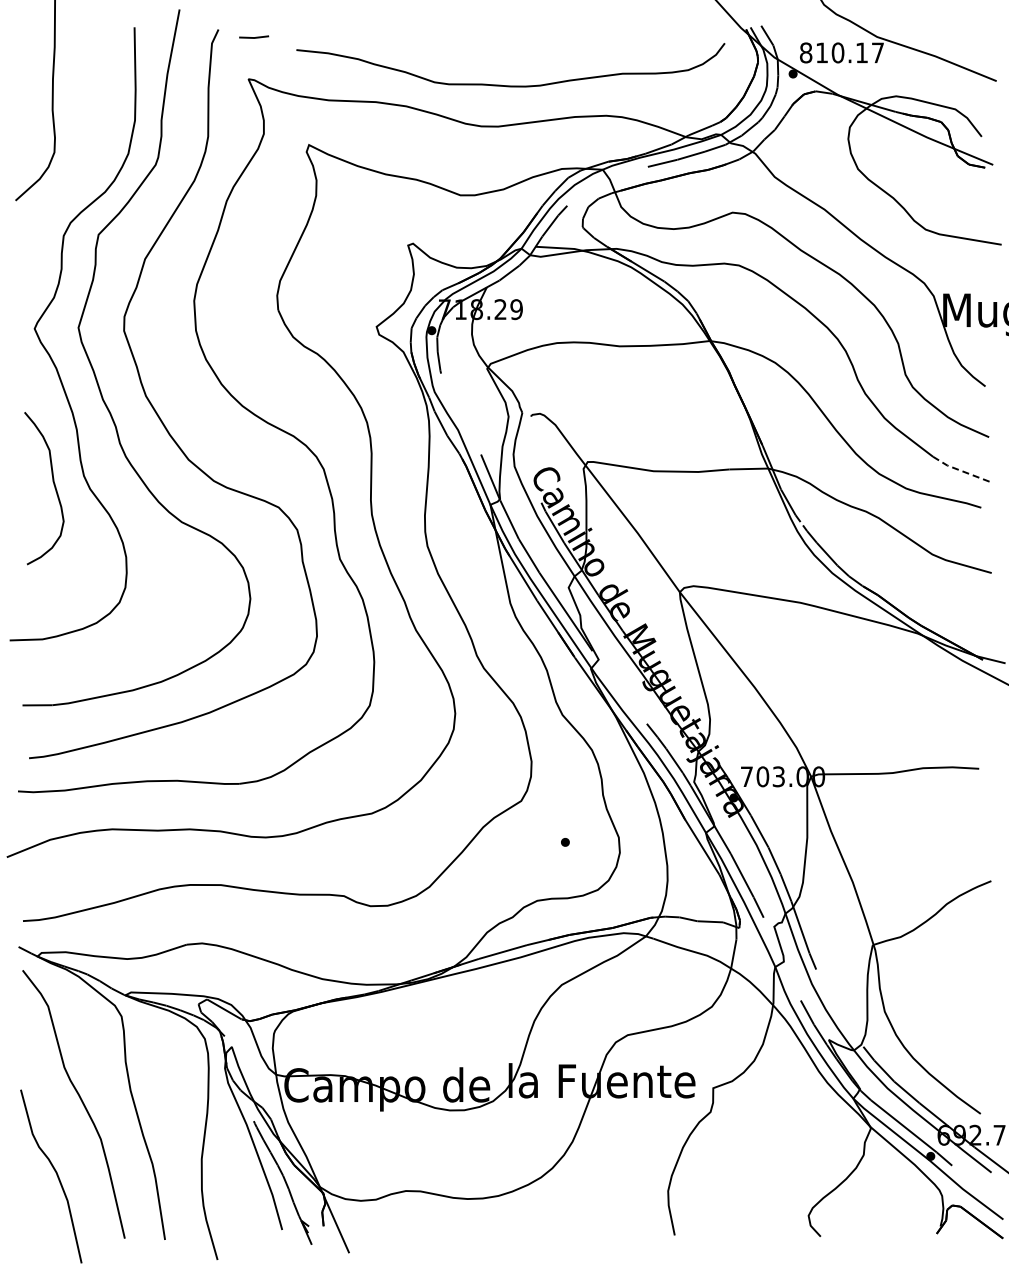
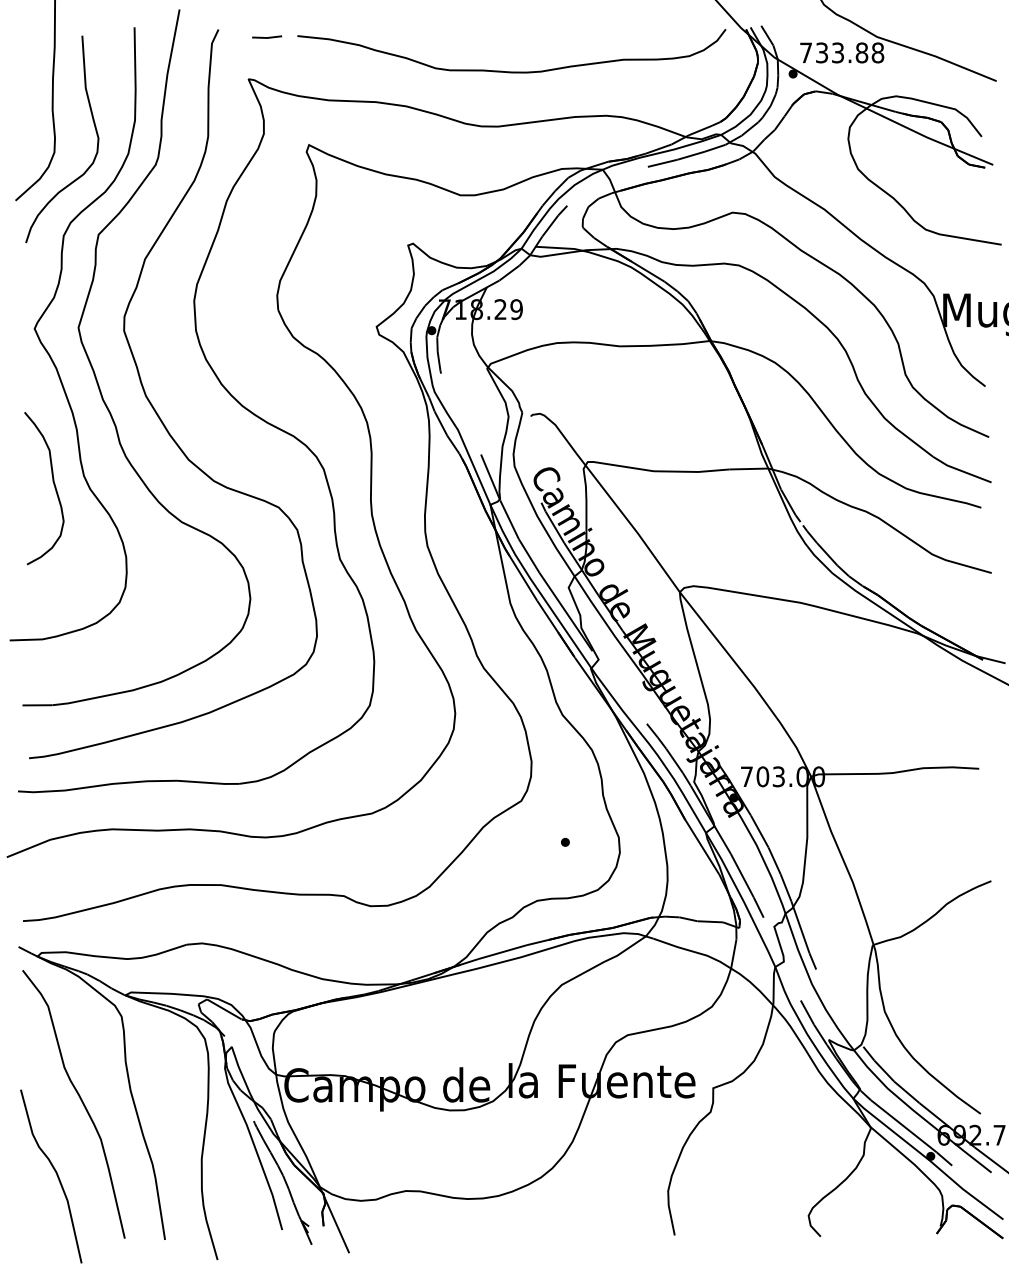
line at (254, 37) position: (254, 37) -> (267, 37)
text at (842, 52): 810.17 -> 733.88
curve at (510, 85) position: (510, 85) -> (511, 71)
curve at (95, 131): none -> present
line at (961, 470): dashed -> solid
